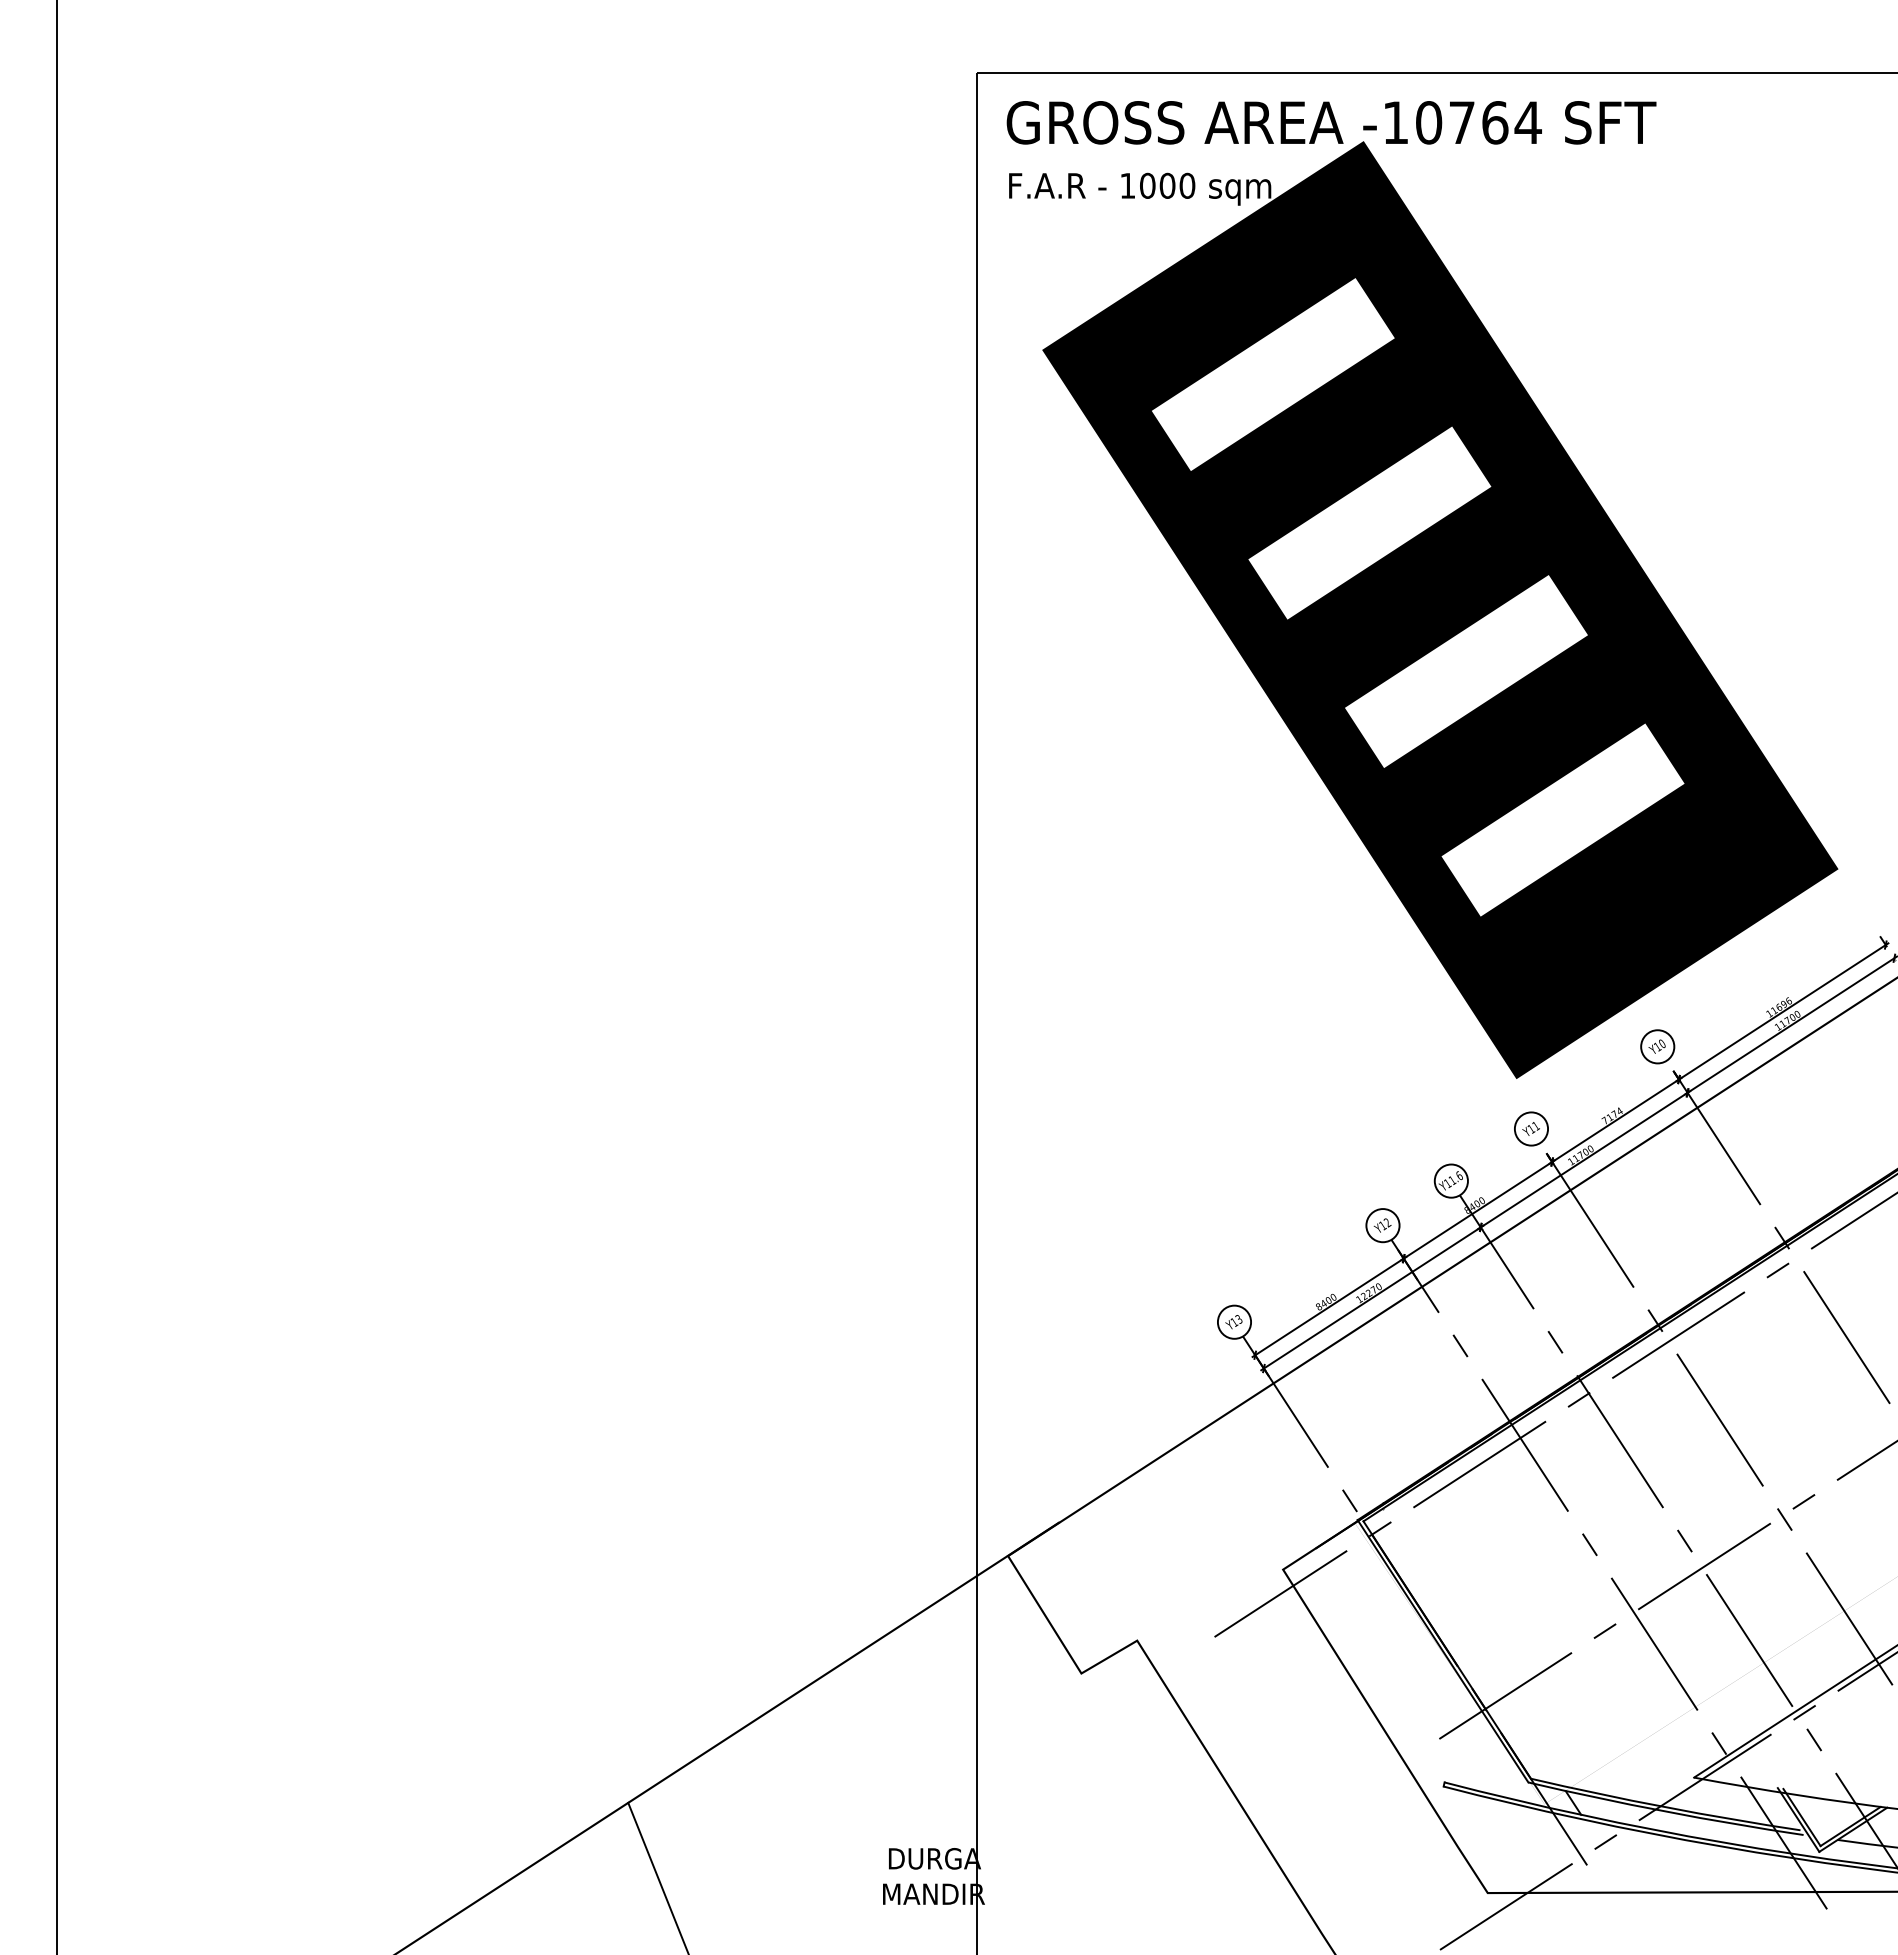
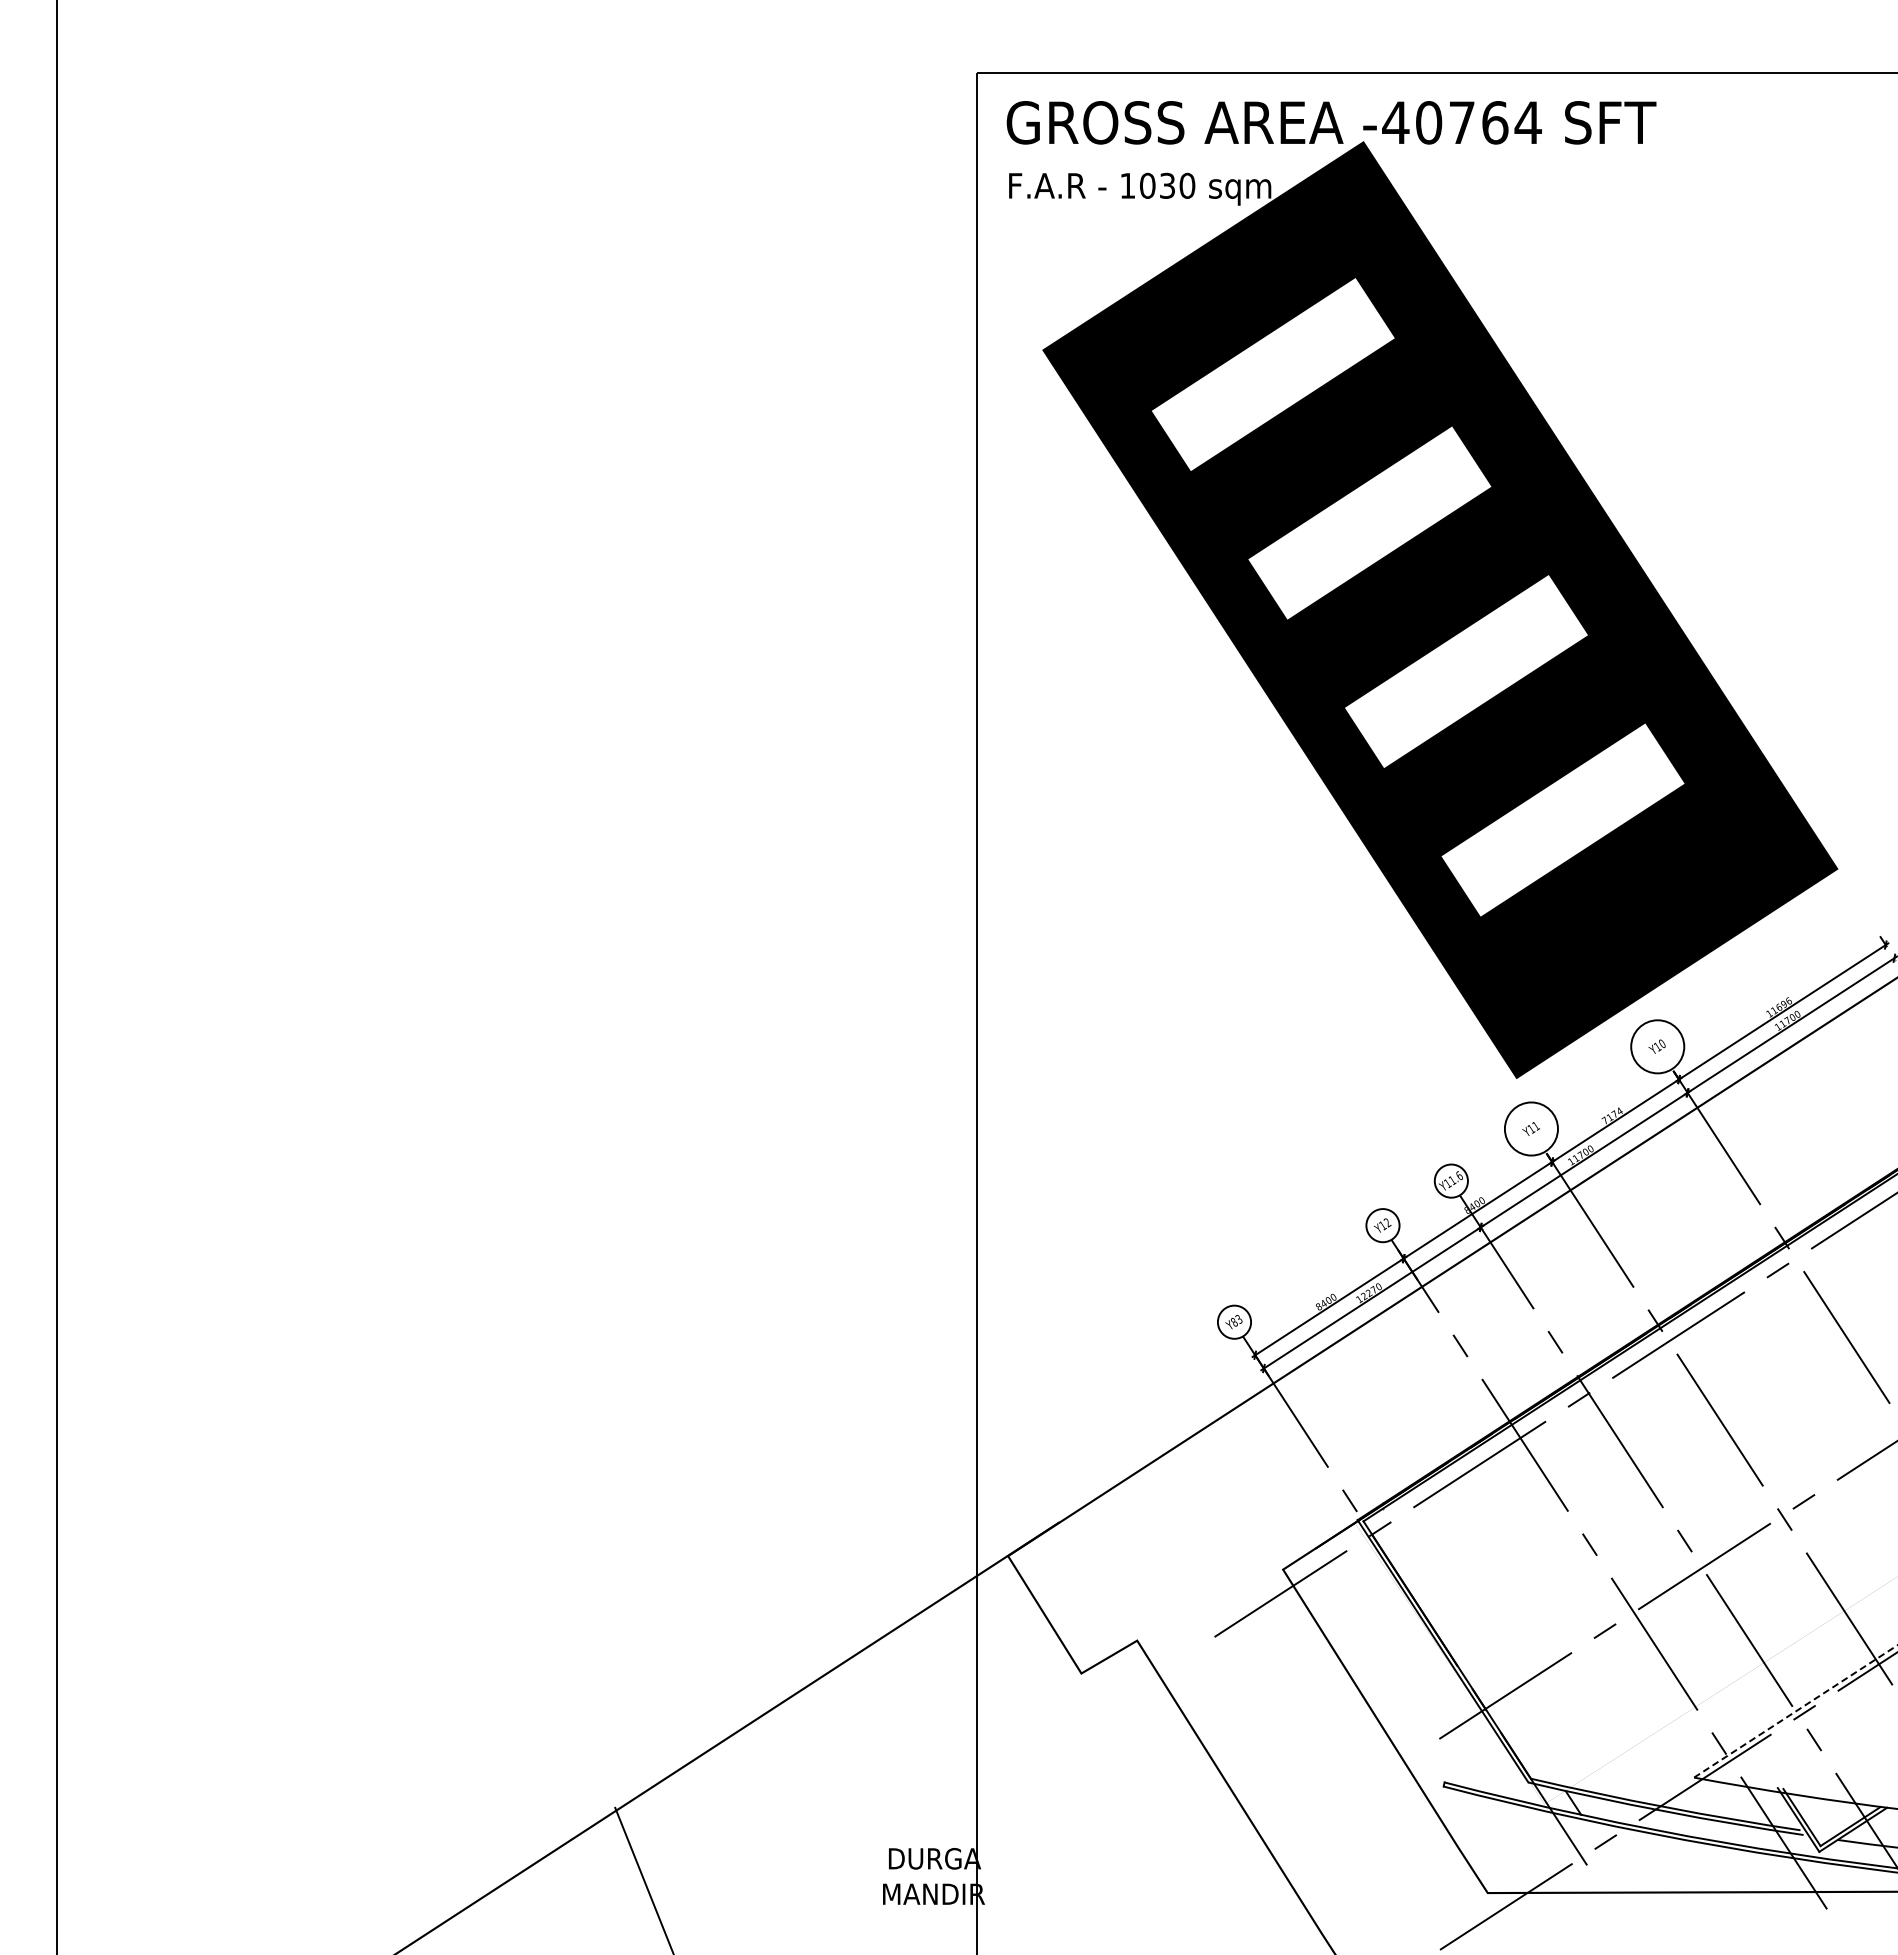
text at (1395, 122): -10764 -> -40764
text at (1167, 185): 1000 -> 1030
circle at (1657, 1046) diameter: 33 px -> 53 px
circle at (1531, 1128) diameter: 33 px -> 53 px
text at (1234, 1322): Y13 -> Y83
line at (1796, 1711): solid -> dashed
line at (657, 1876) position: (657, 1876) -> (643, 1879)
